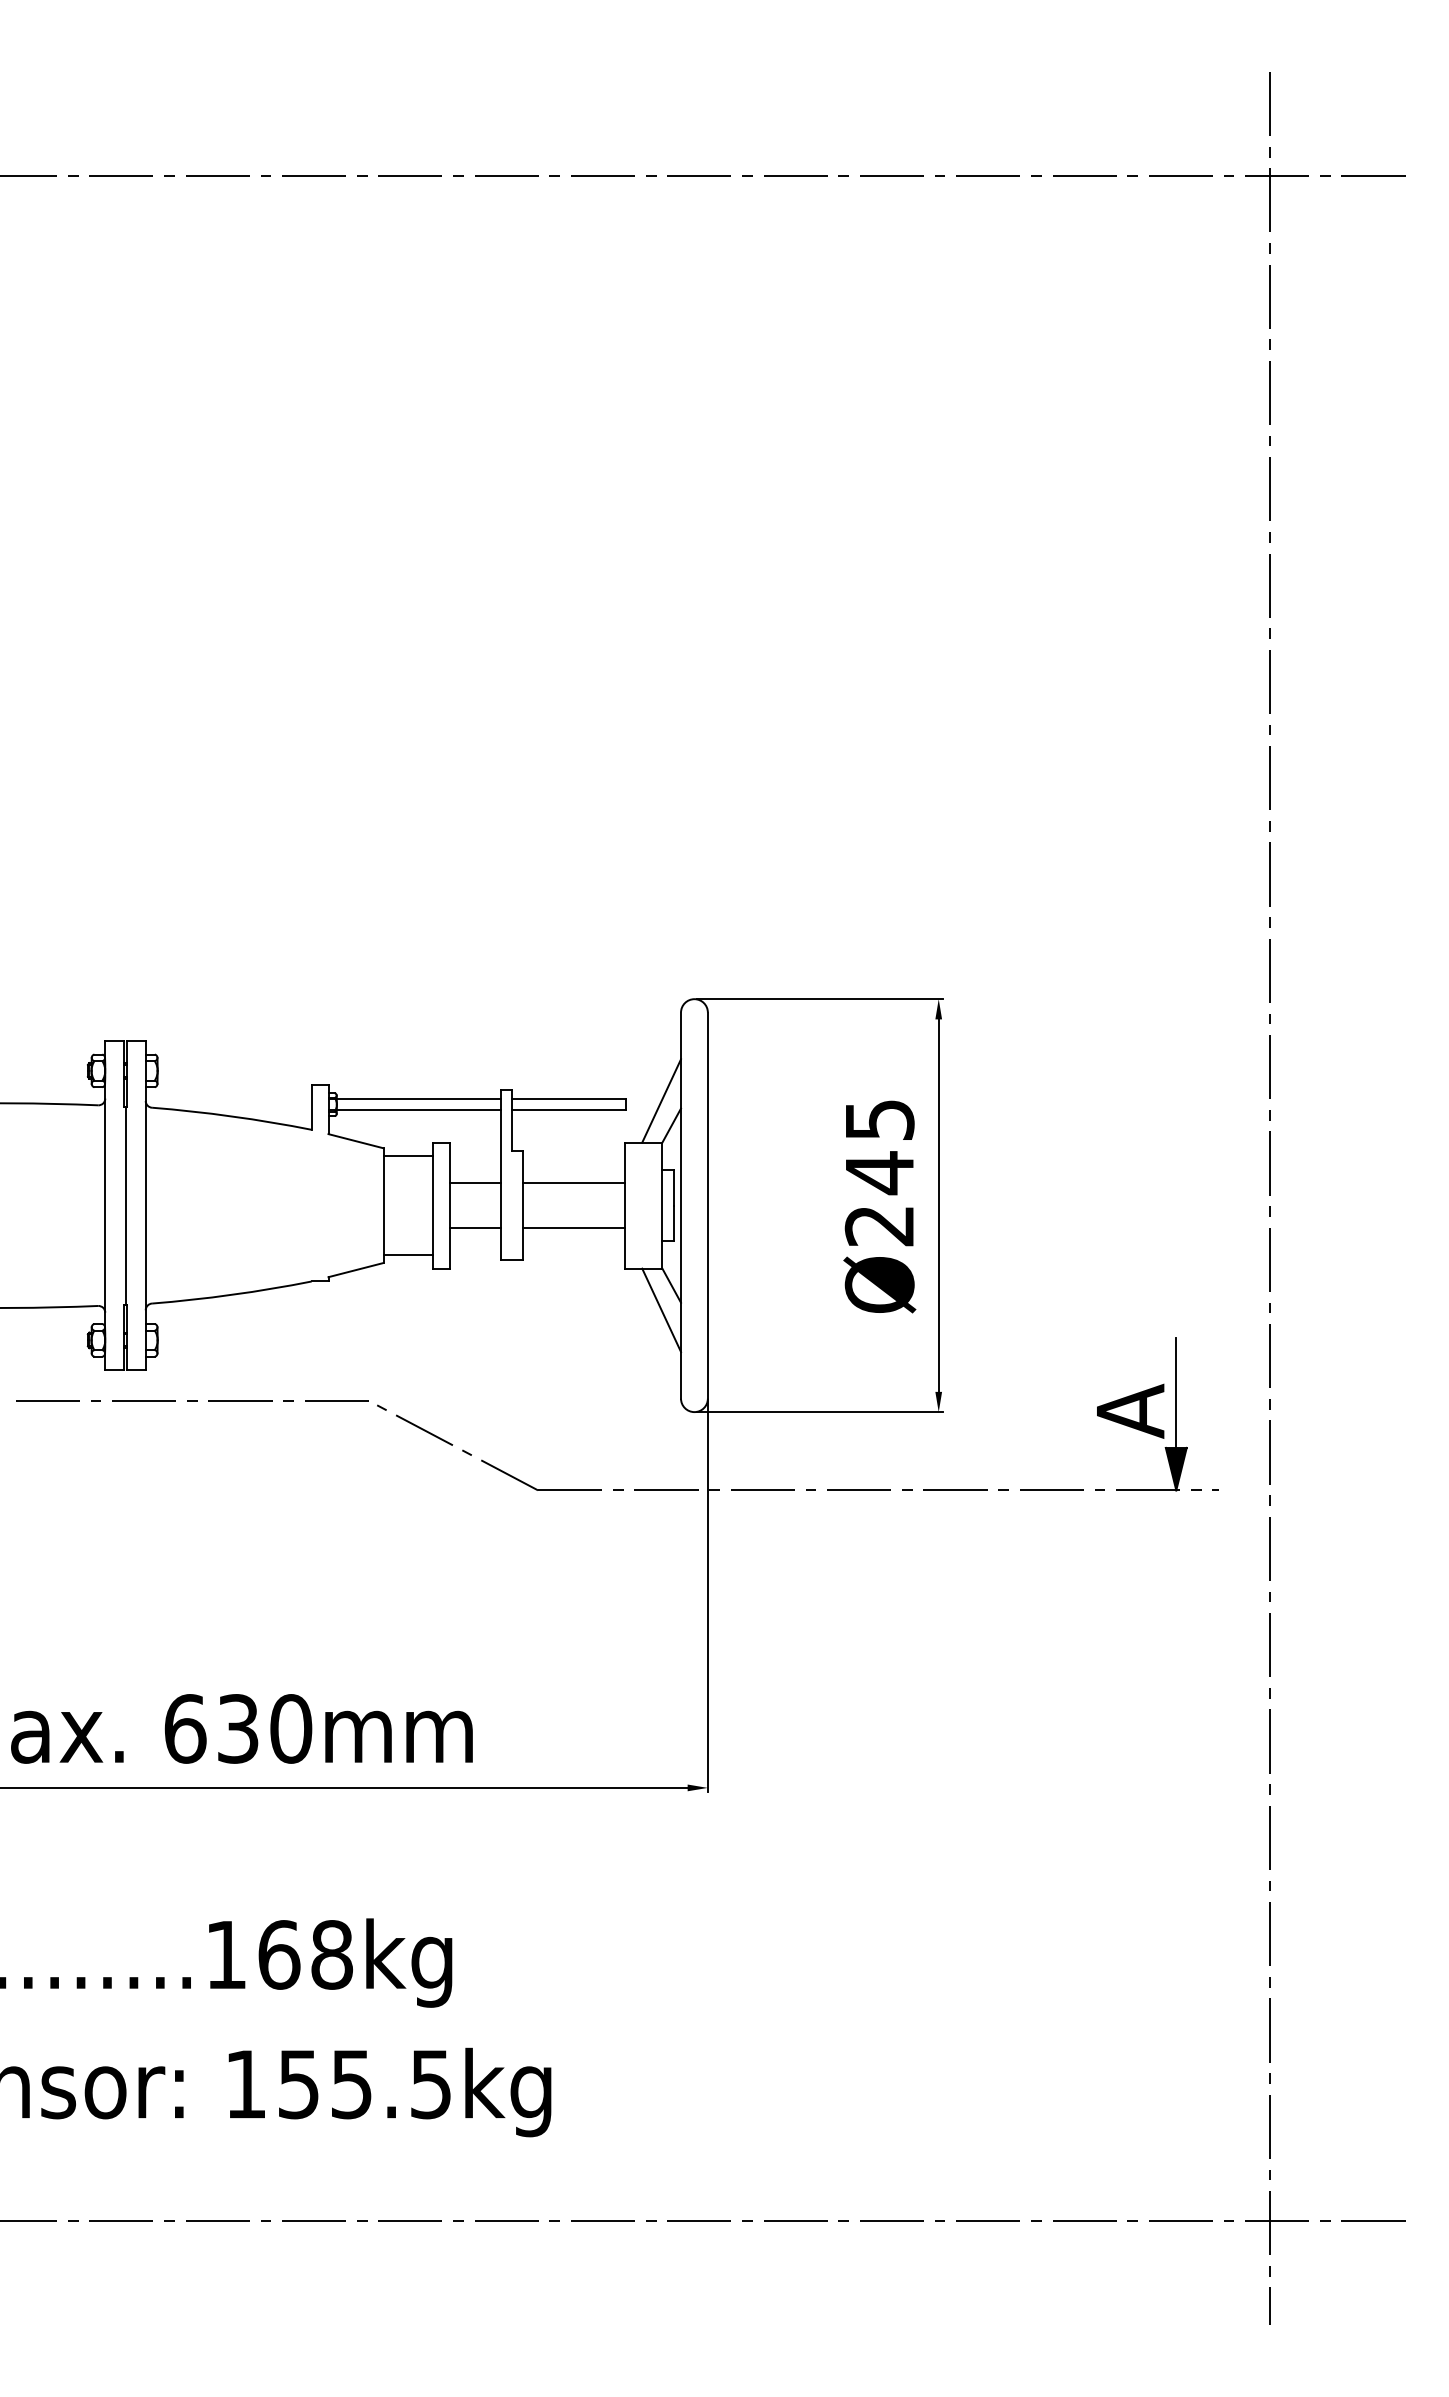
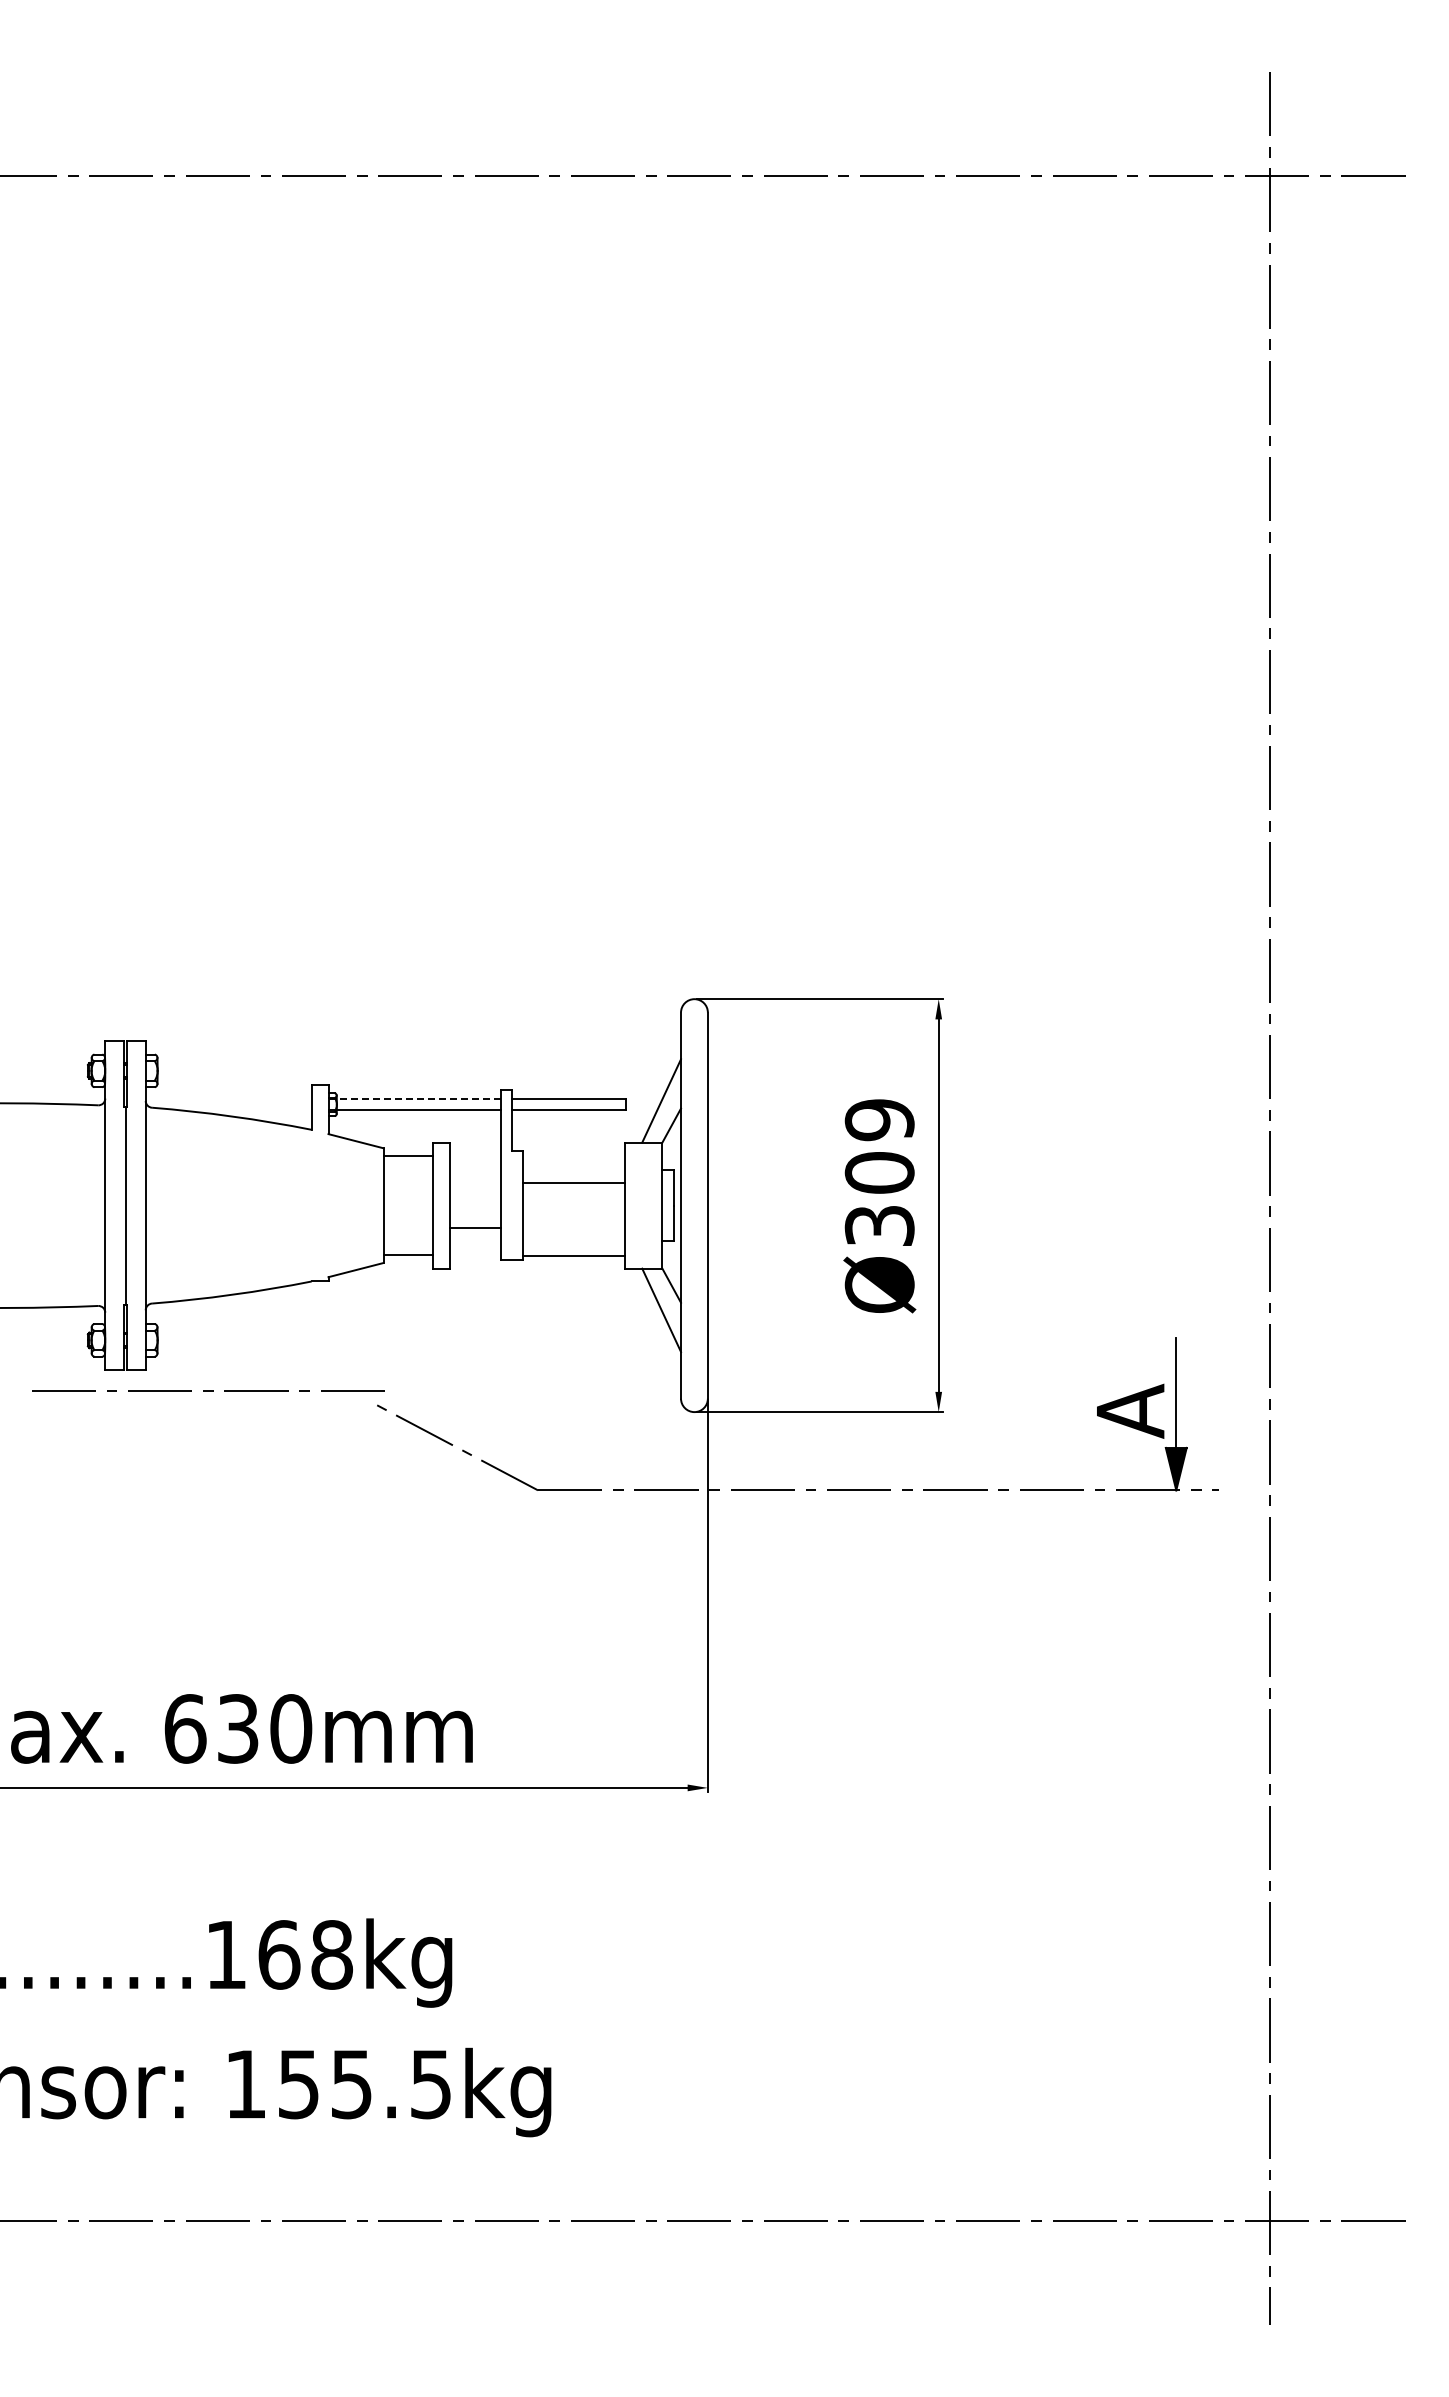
line at (415, 1099): solid -> dashed
text at (879, 1172): Ø245 -> Ø309
line at (475, 1183): present -> none
line at (573, 1227) position: (573, 1227) -> (573, 1255)
line at (192, 1400) position: (192, 1400) -> (208, 1390)
